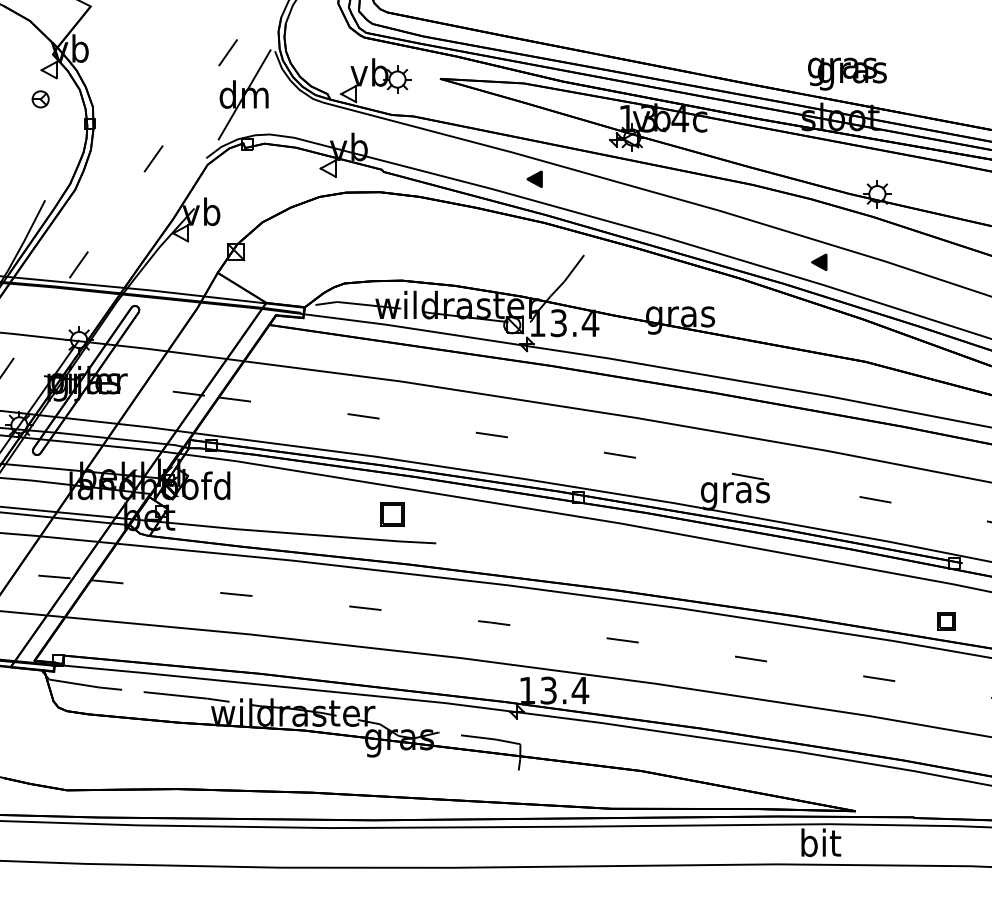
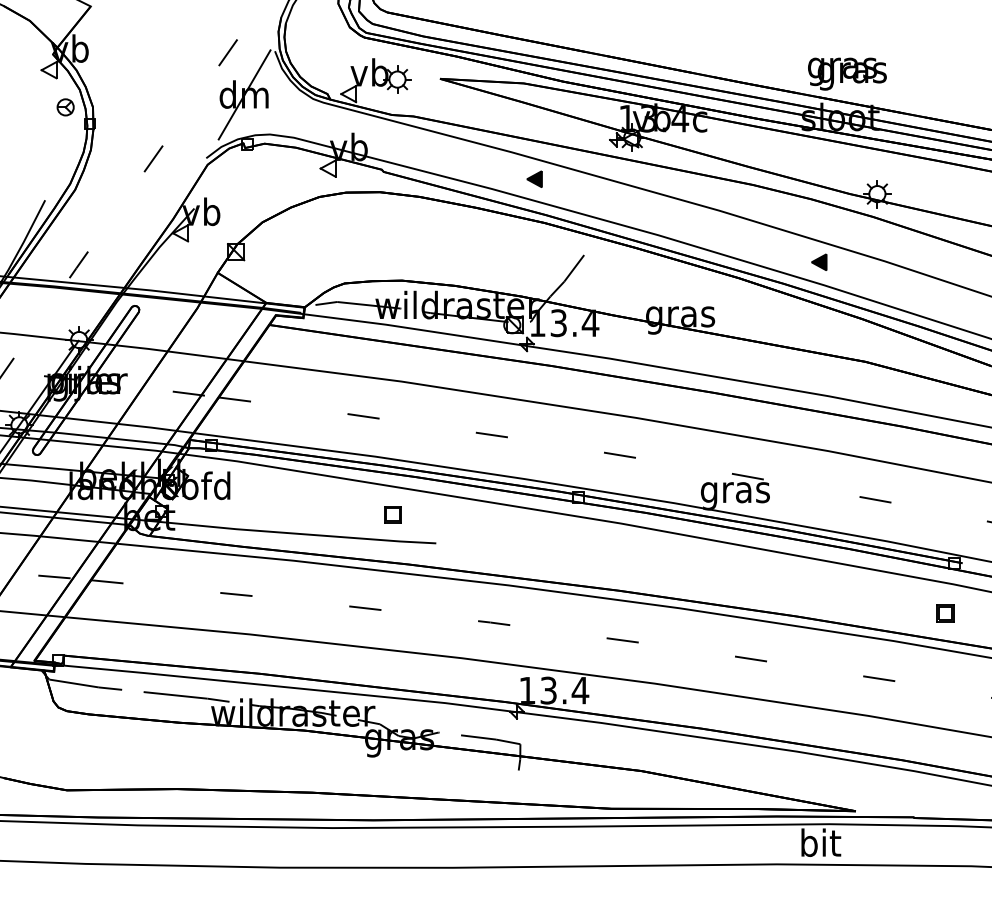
part at (40, 99) position: (40, 99) -> (65, 107)
part at (392, 514) size: 25x25 px -> 18x18 px
part at (946, 621) position: (946, 621) -> (945, 613)
